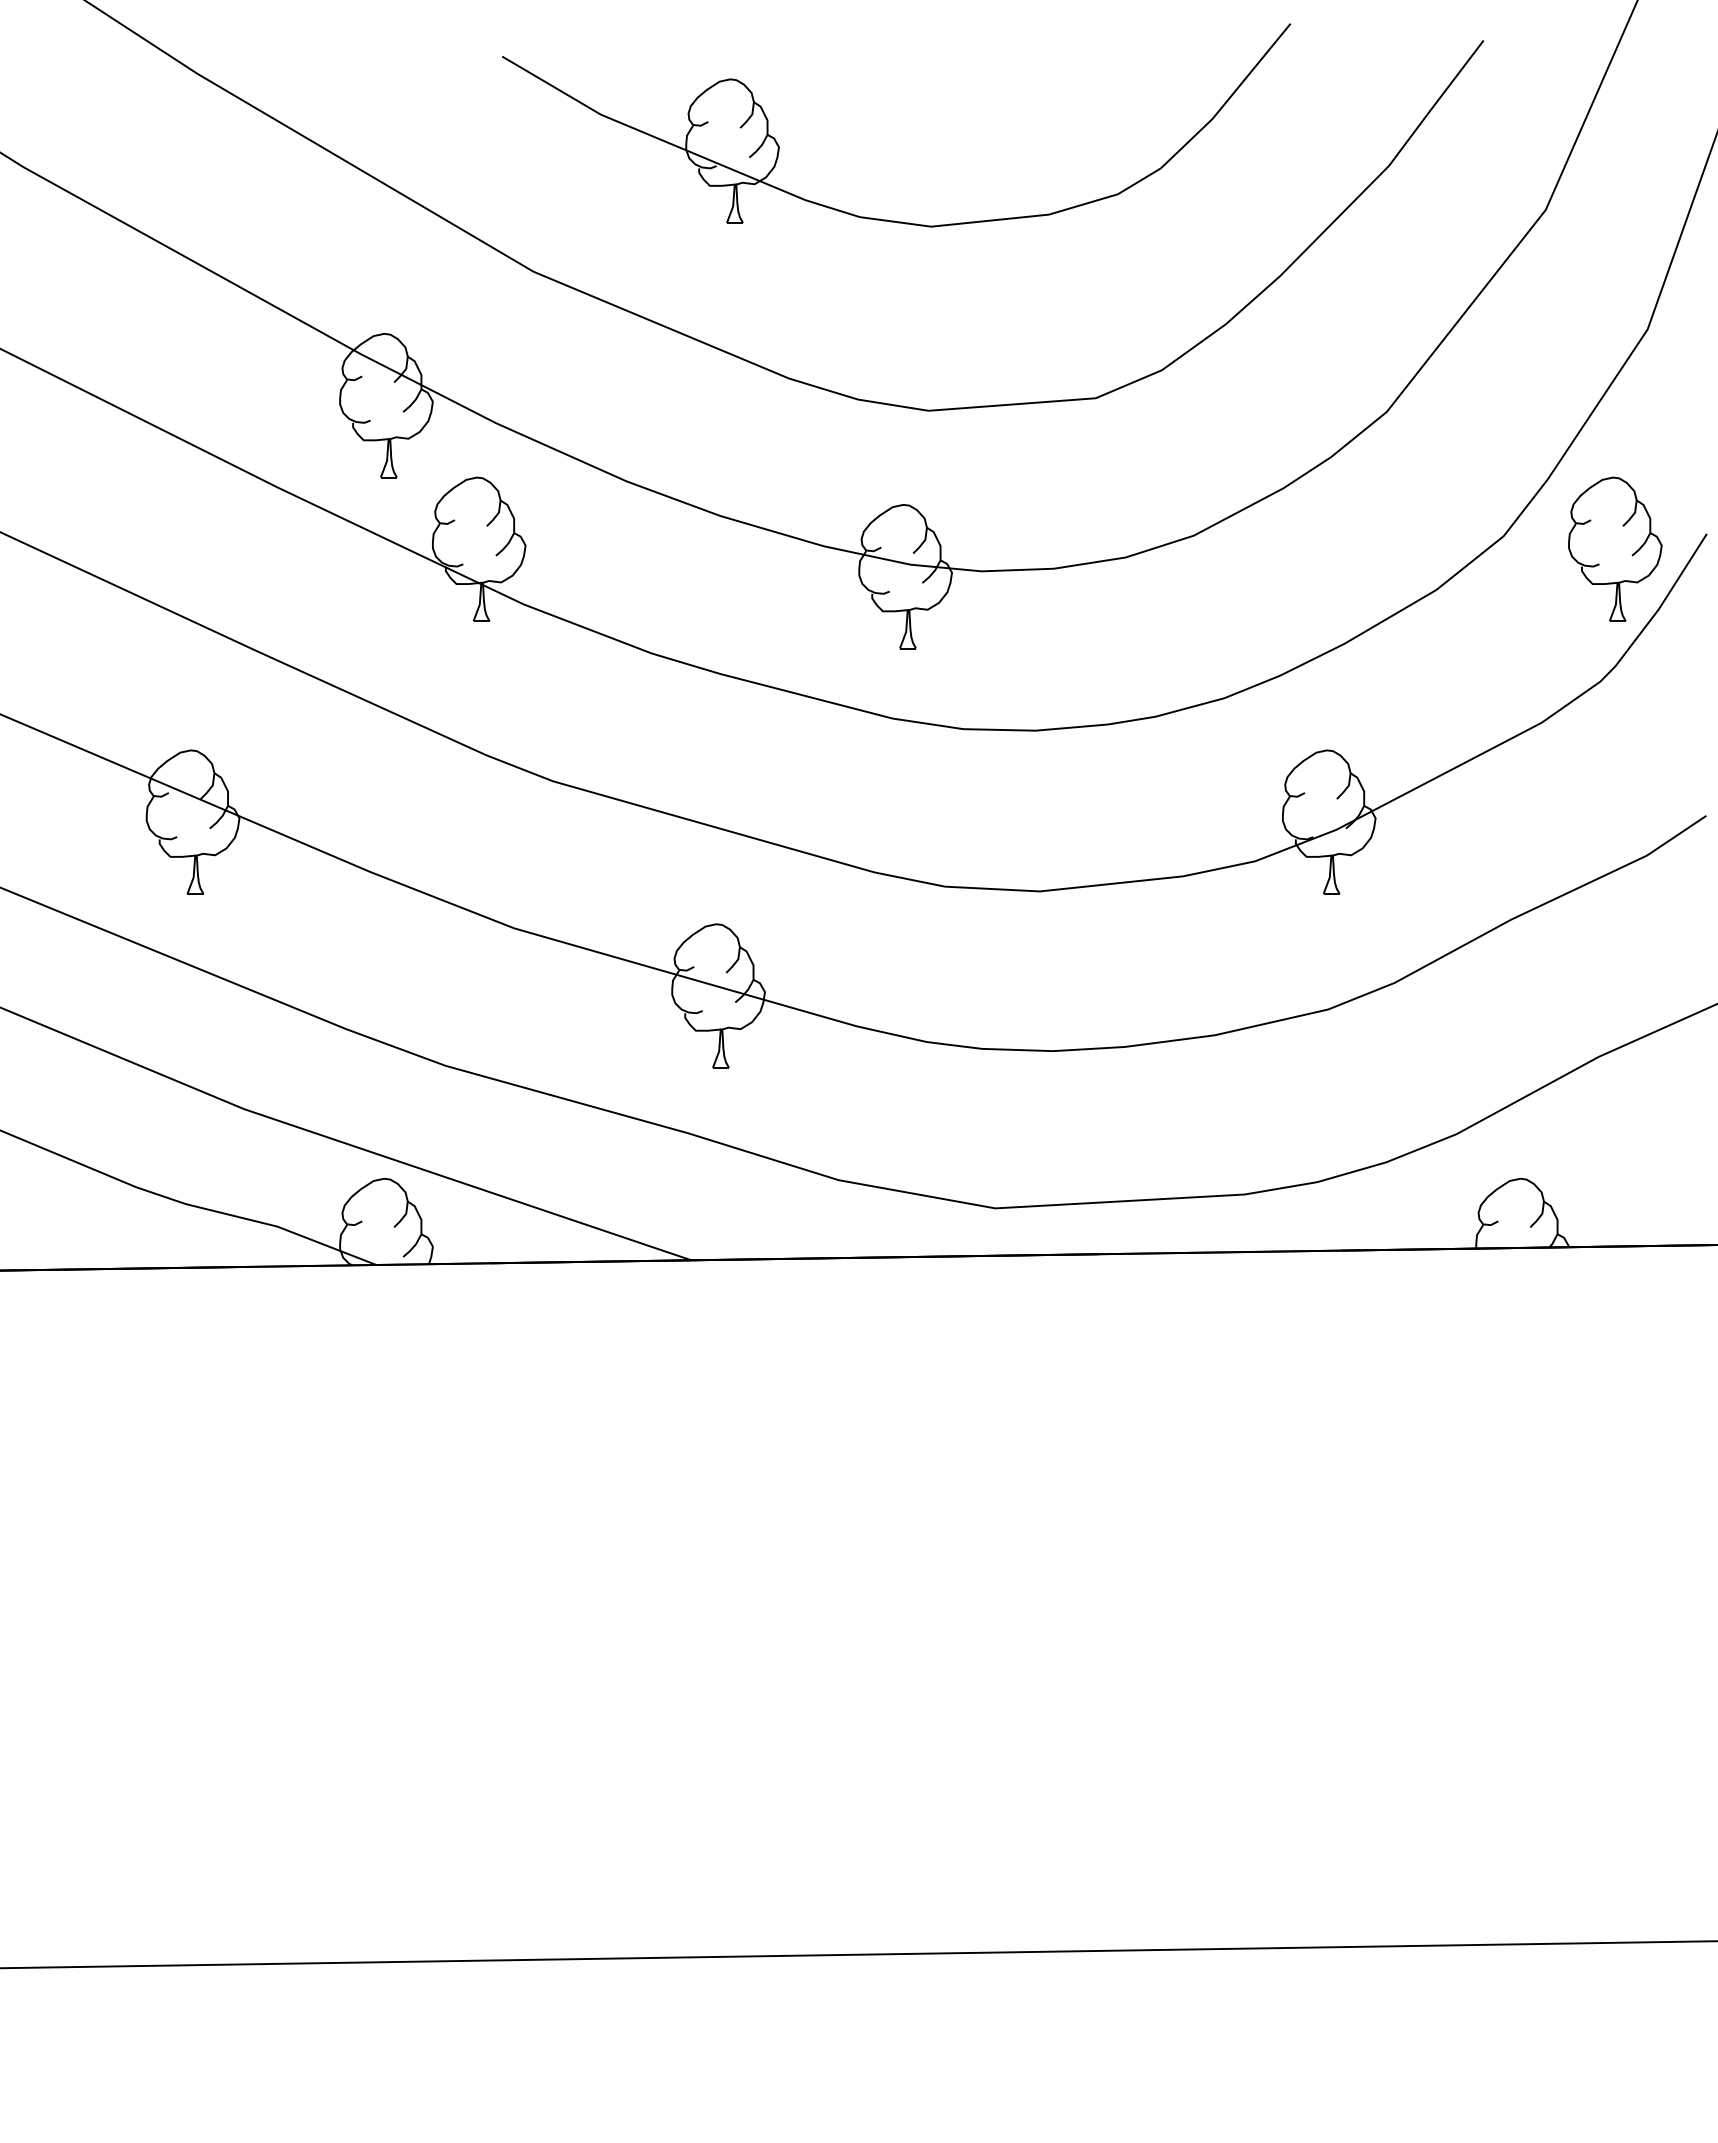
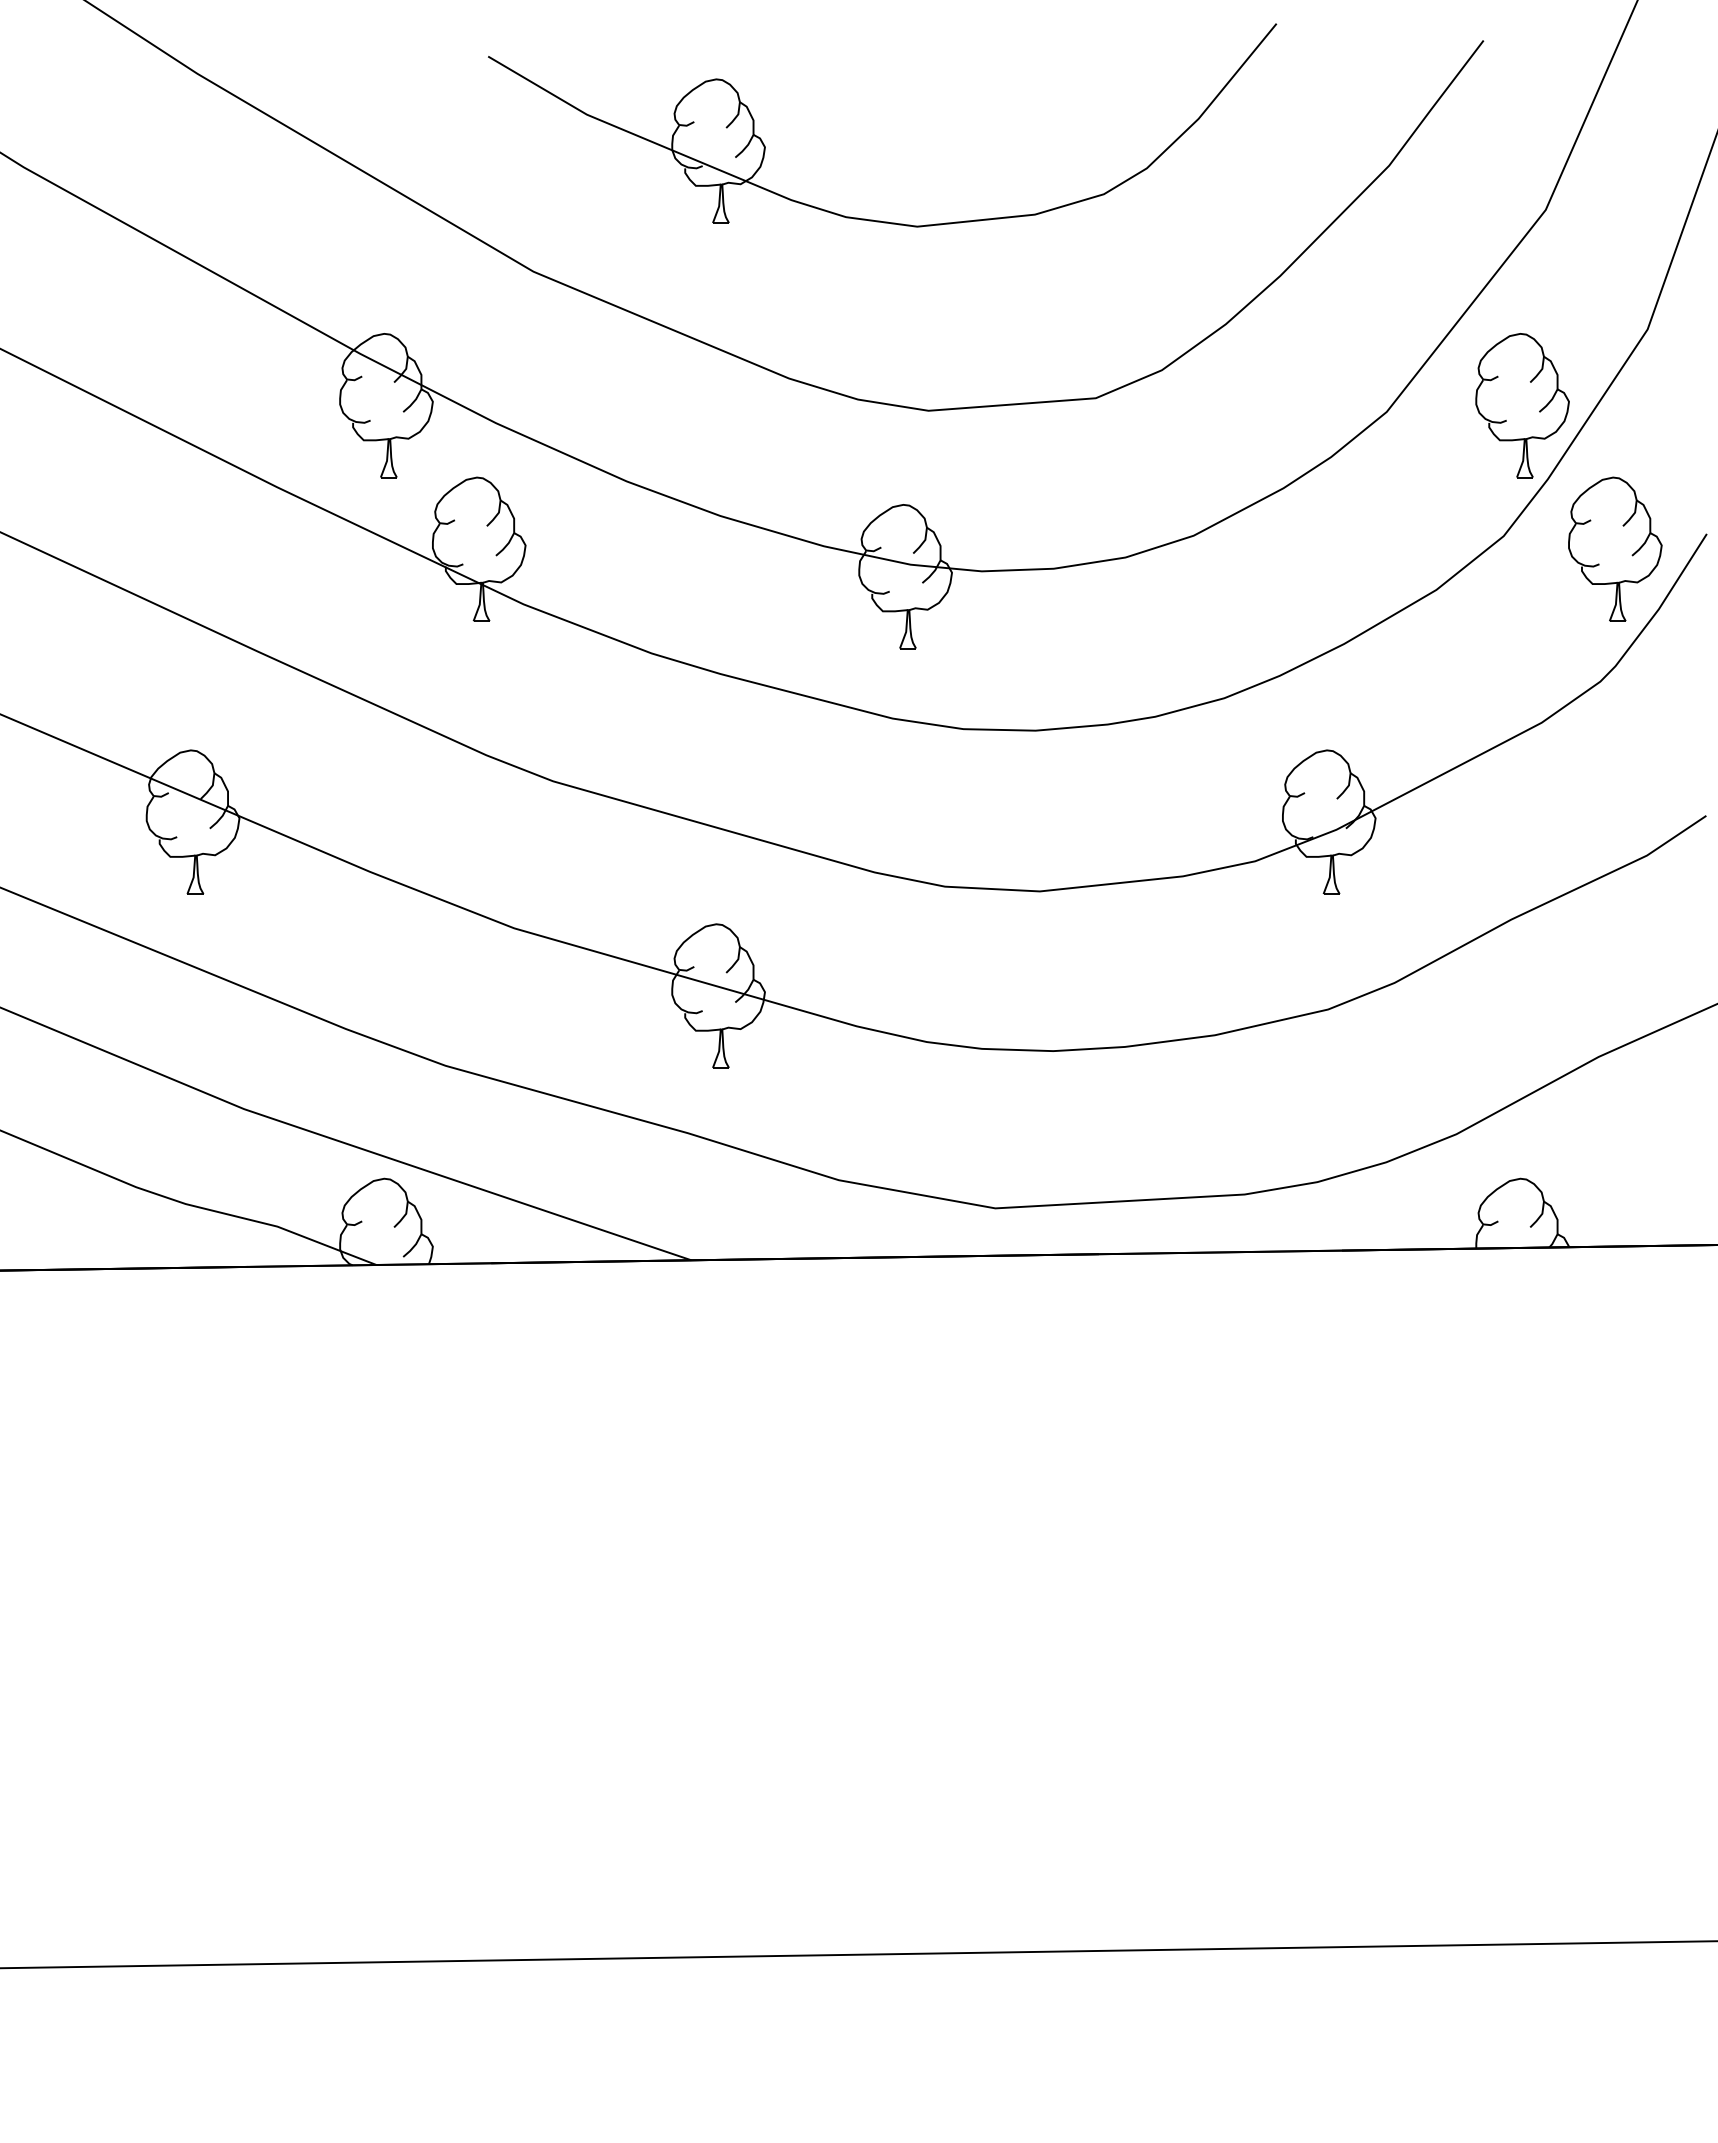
part at (887, 219) position: (887, 219) -> (873, 219)
part at (1522, 405): none -> present
